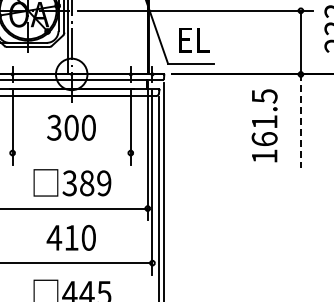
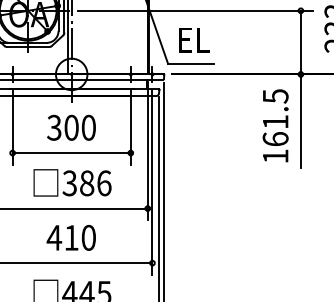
line at (300, 121): dashed -> solid
text at (264, 125) position: (264, 125) -> (275, 125)
line at (71, 153): none -> present
text at (104, 183): 389 -> 386
